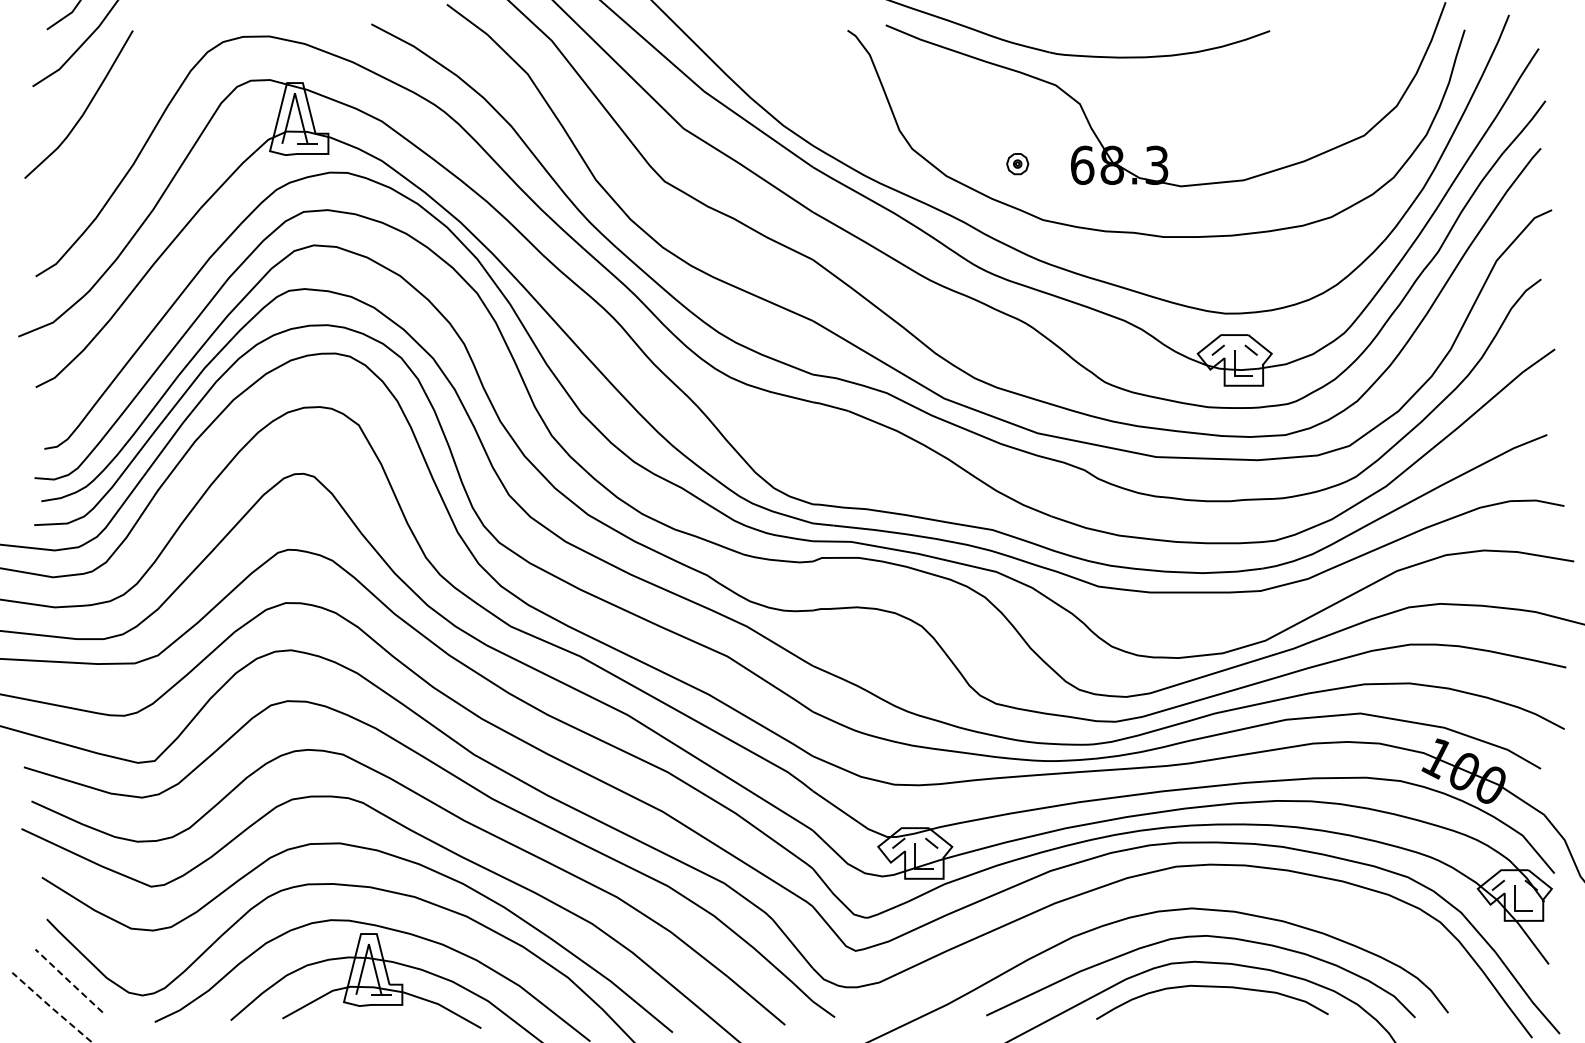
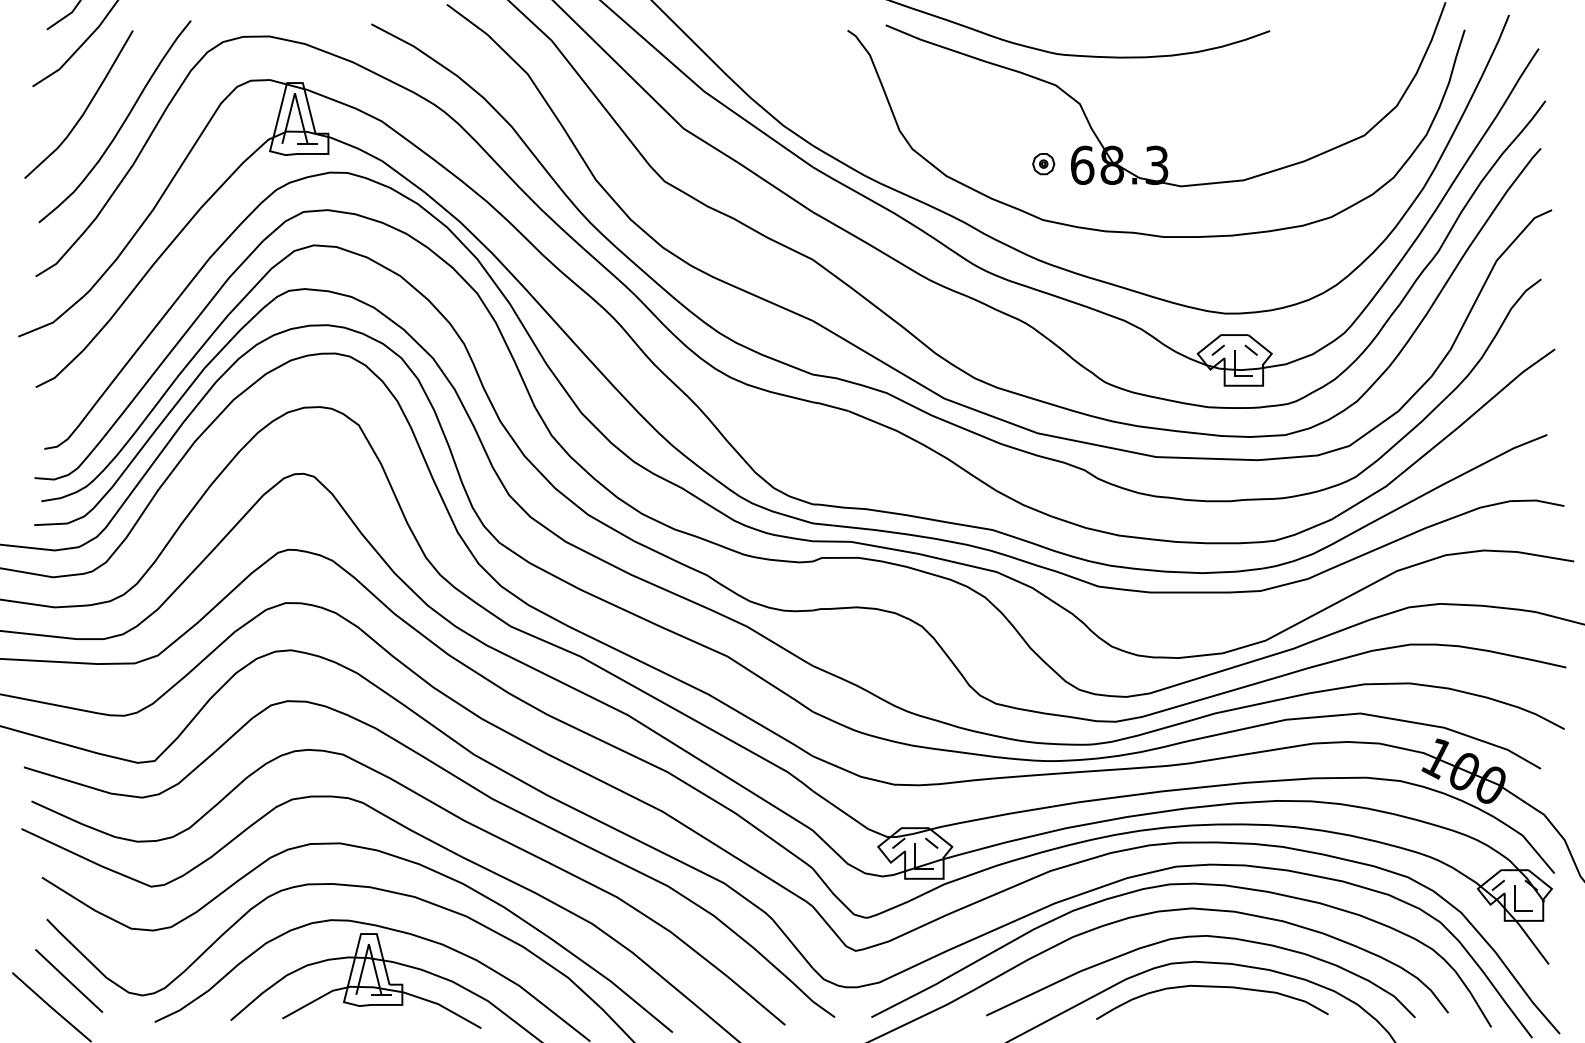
curve at (121, 124): none -> present
part at (1017, 164) position: (1017, 164) -> (1043, 164)
curve at (1177, 885): none -> present
line at (69, 981): dashed -> solid
line at (50, 1007): dashed -> solid
